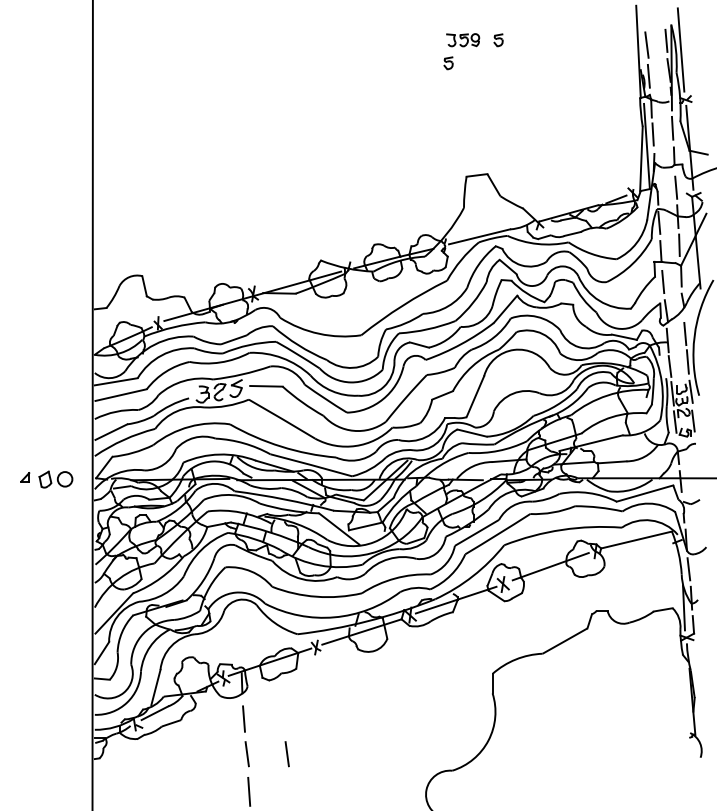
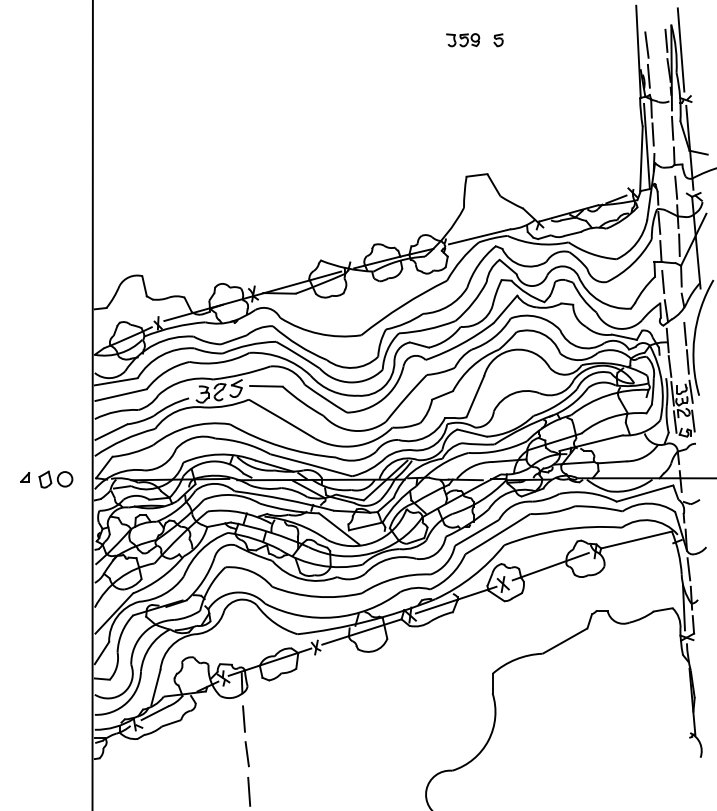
part at (448, 63): present -> none
line at (286, 754): present -> none
